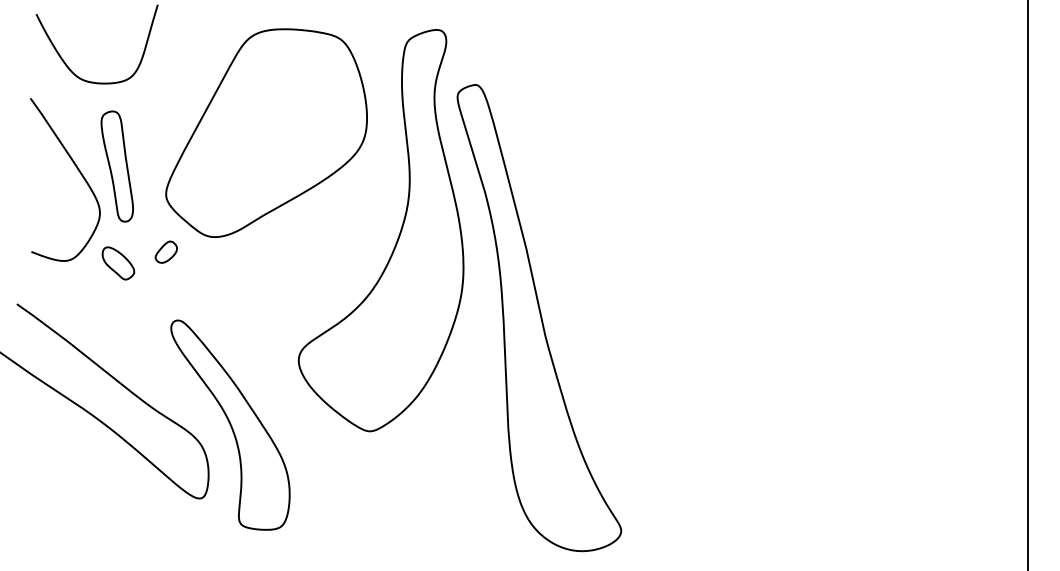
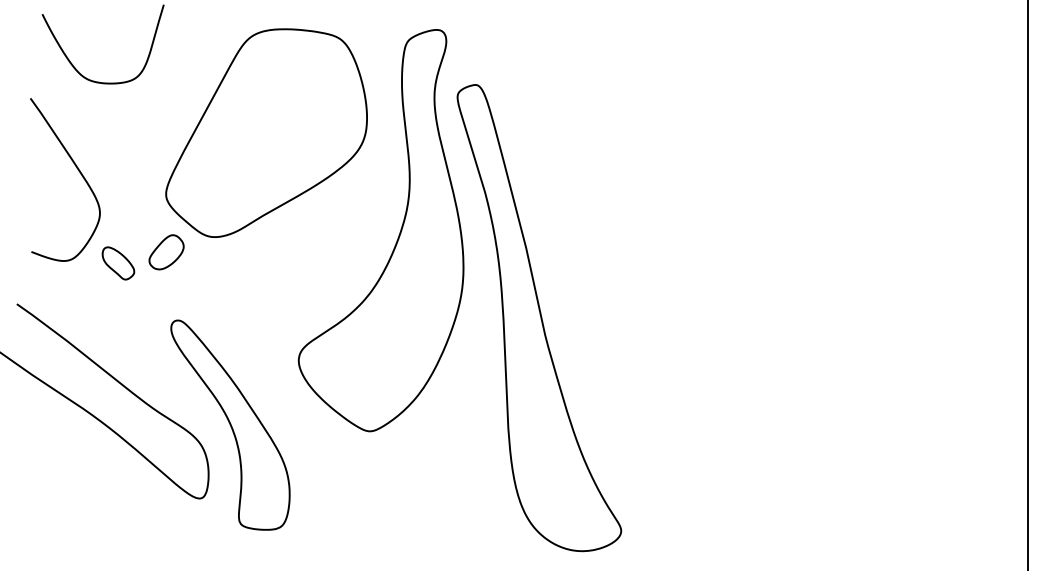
curve at (71, 69) position: (71, 69) -> (77, 69)
part at (116, 166): present -> none
part at (165, 251) size: 24x24 px -> 37x37 px
